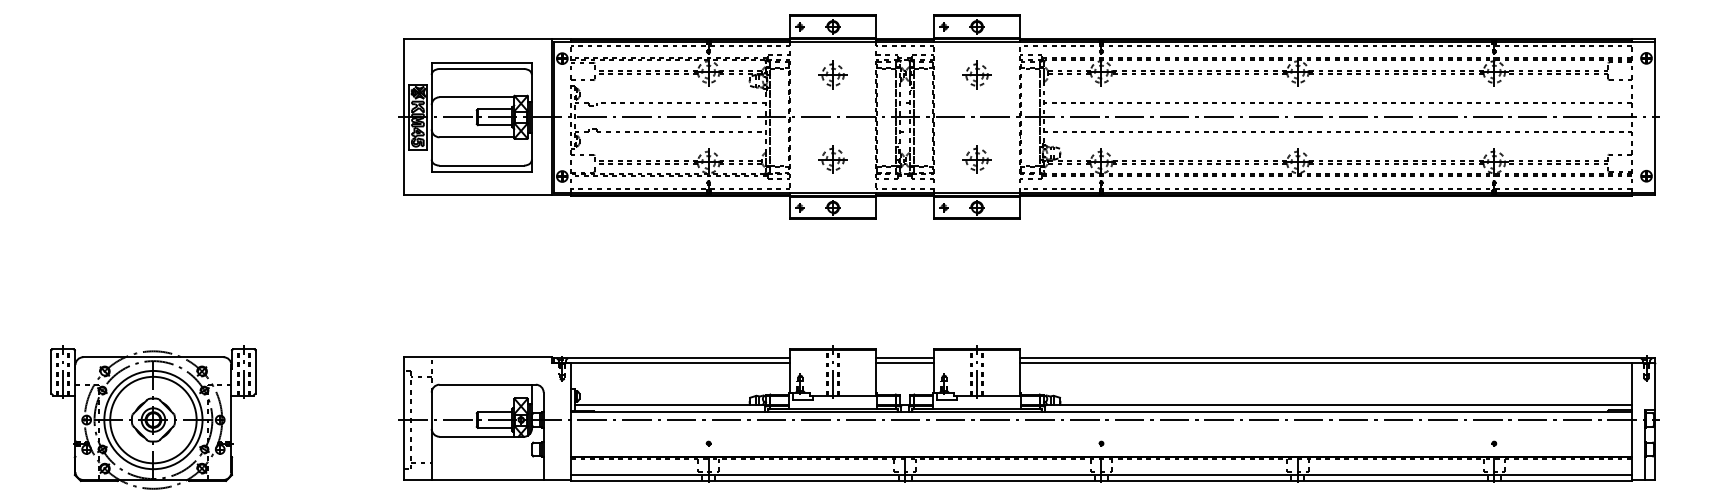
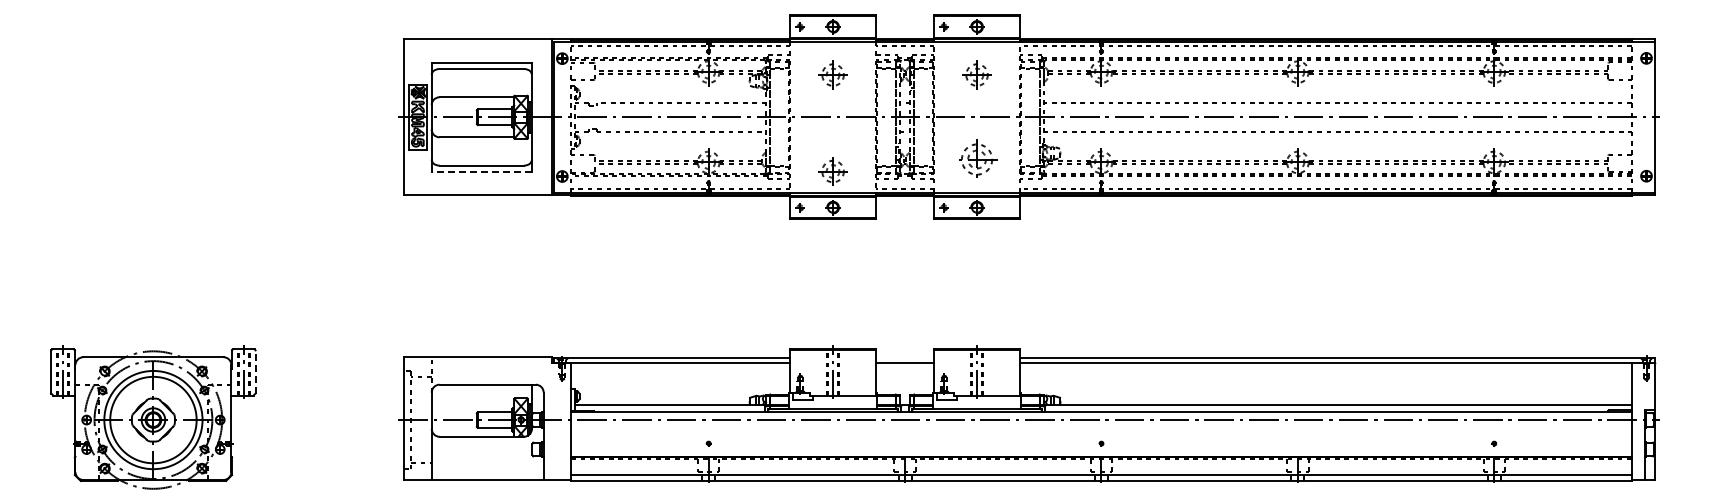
part at (832, 159) position: (832, 159) -> (832, 171)
part at (976, 159) size: 30x29 px -> 39x39 px
line at (481, 171): solid -> dashed
line at (904, 358): present -> none
line at (255, 371): solid -> dashed
